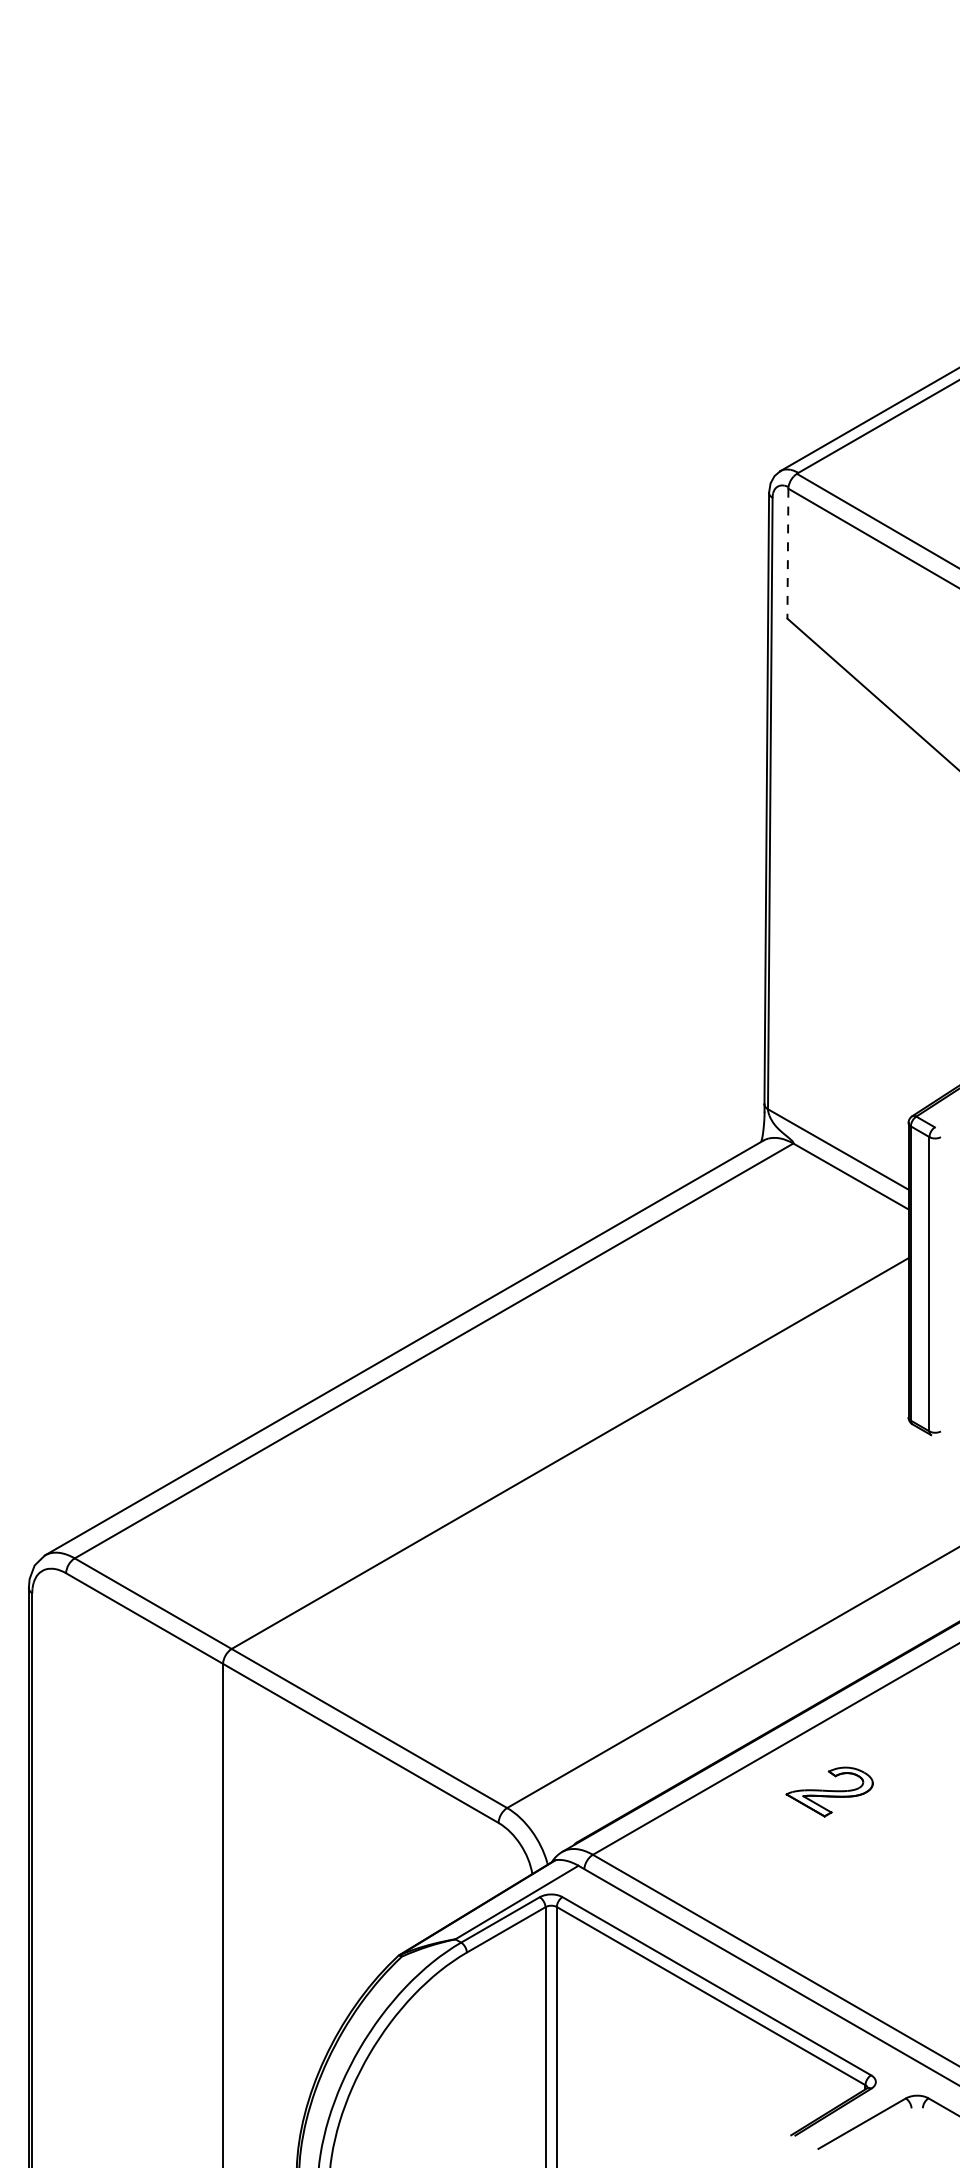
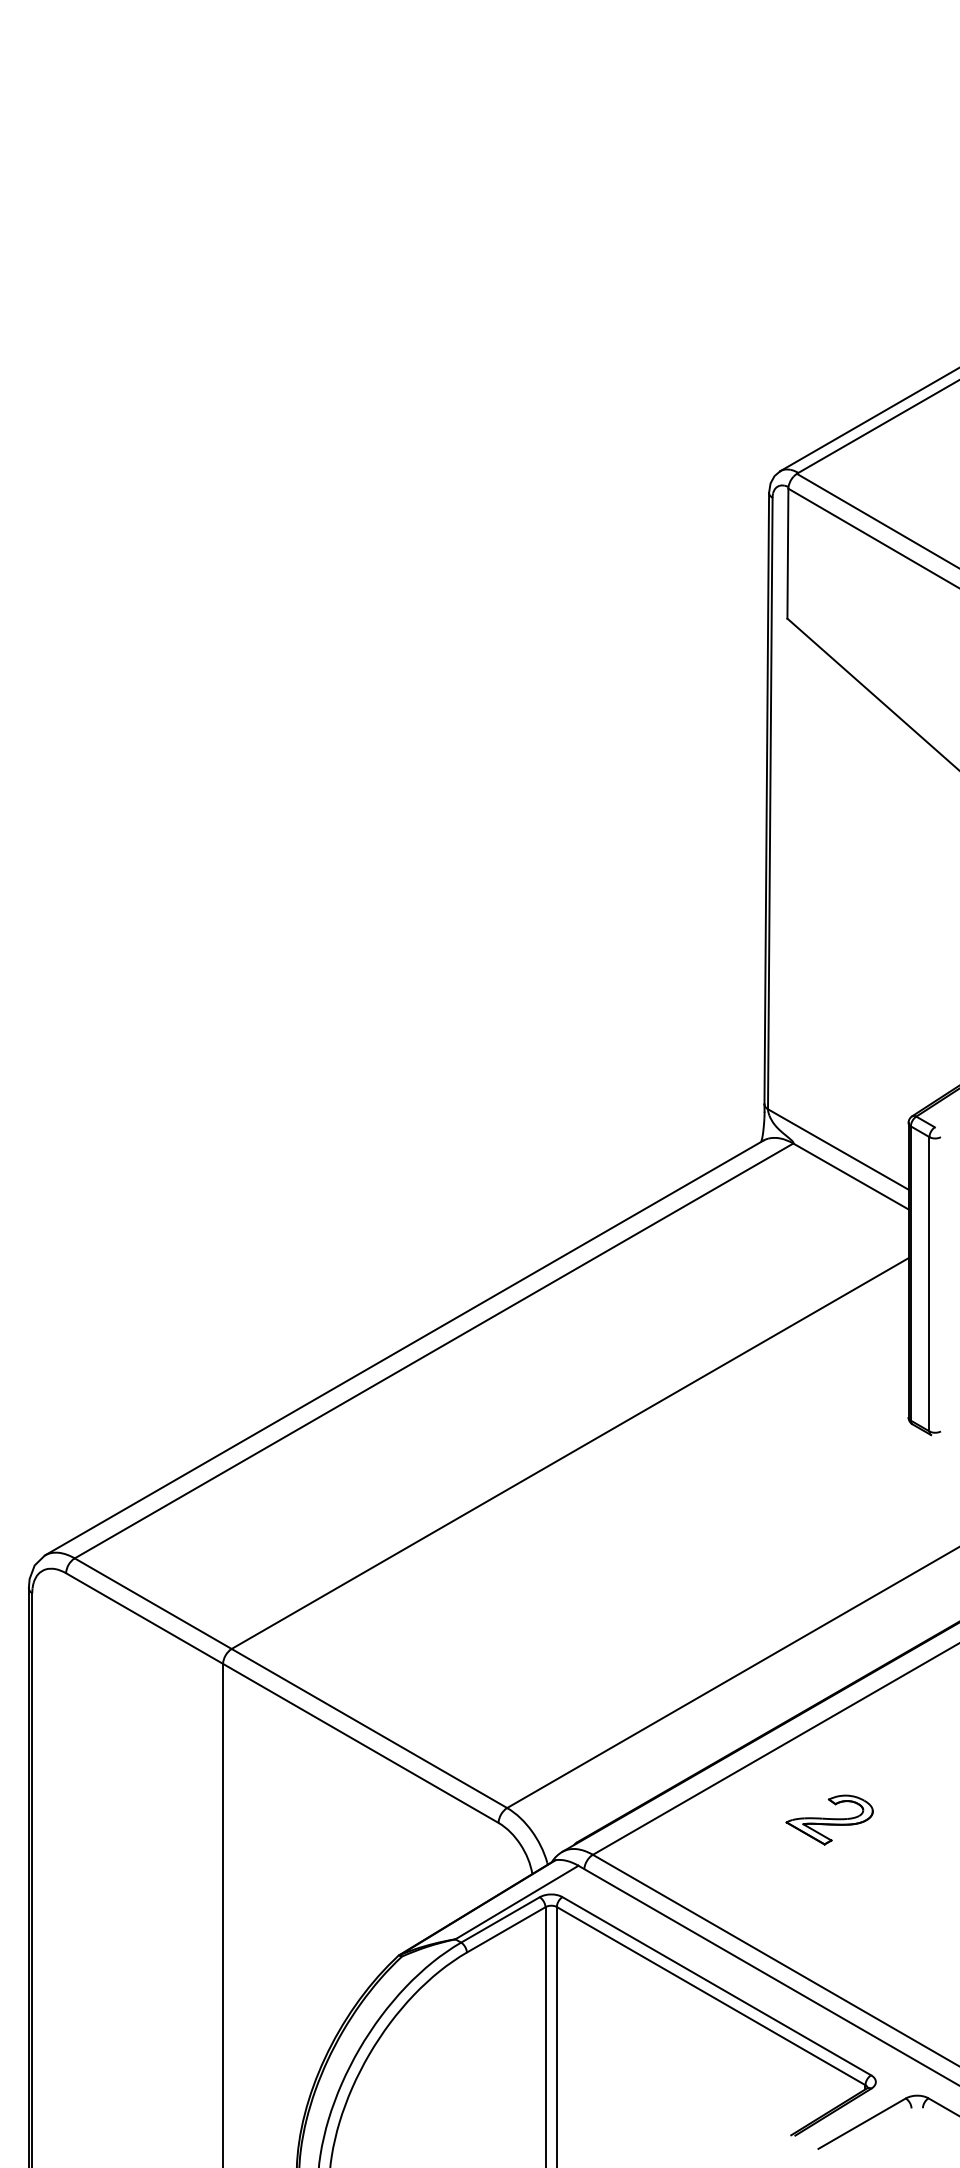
line at (787, 553): dashed -> solid
part at (829, 1791) position: (829, 1791) -> (829, 1819)
